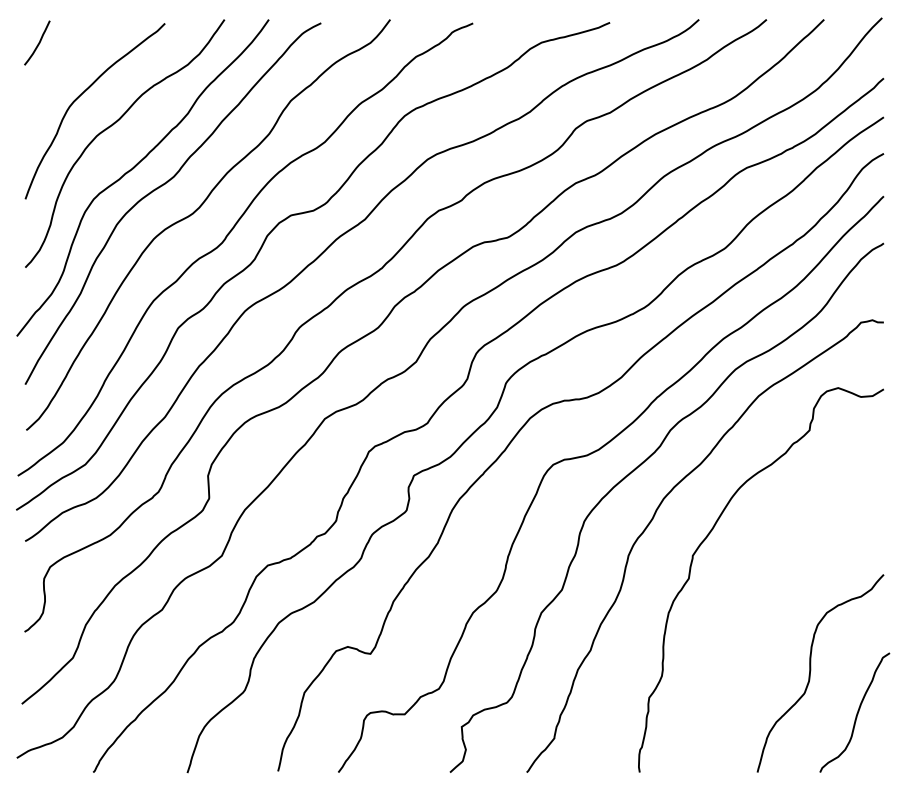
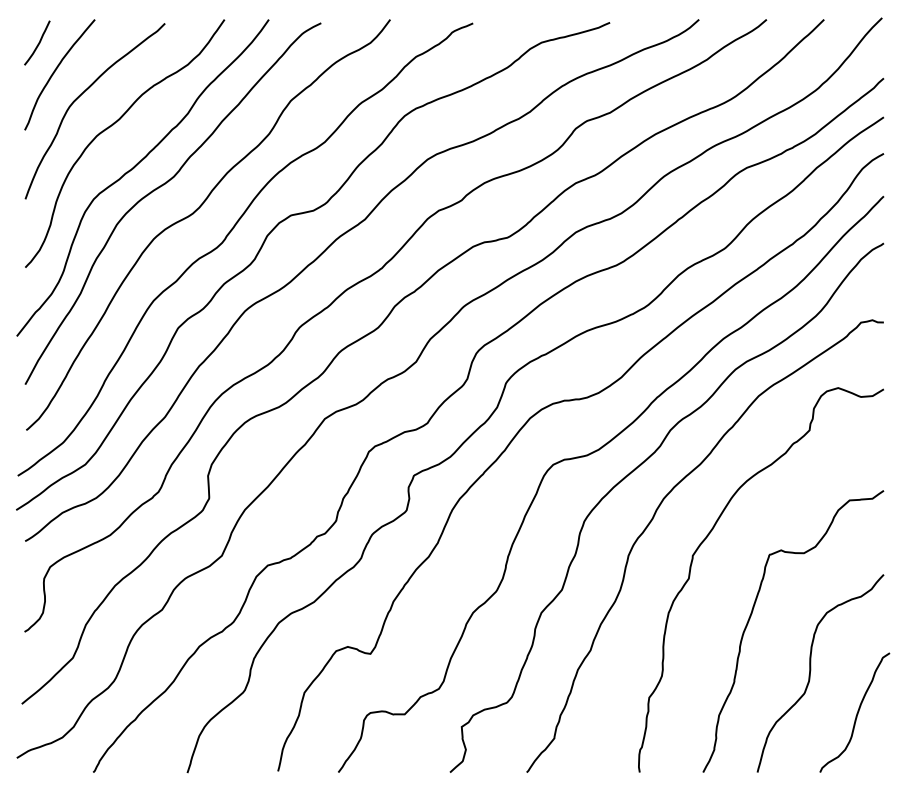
curve at (56, 70): none -> present
curve at (752, 614): none -> present
